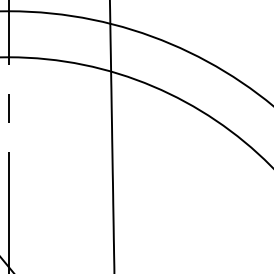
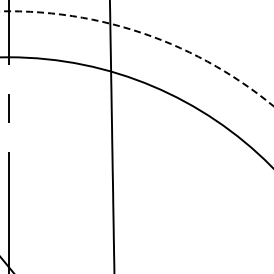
circle at (136, 58): solid -> dashed
